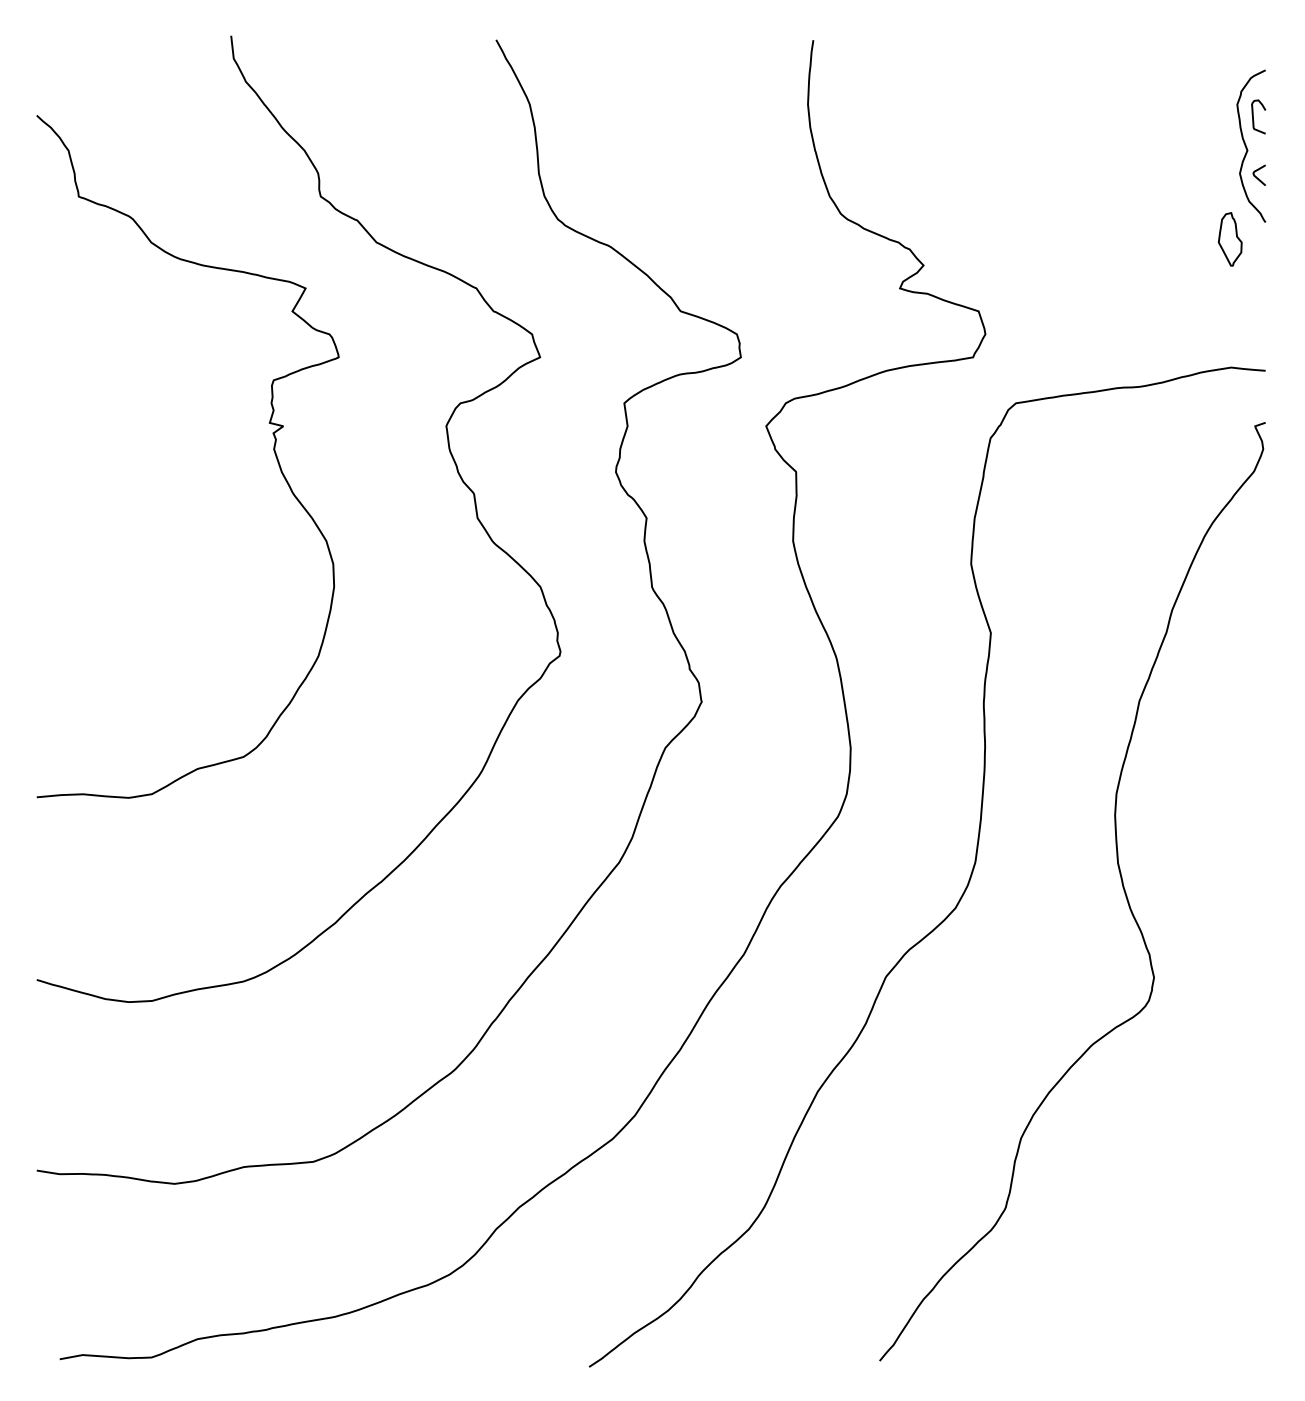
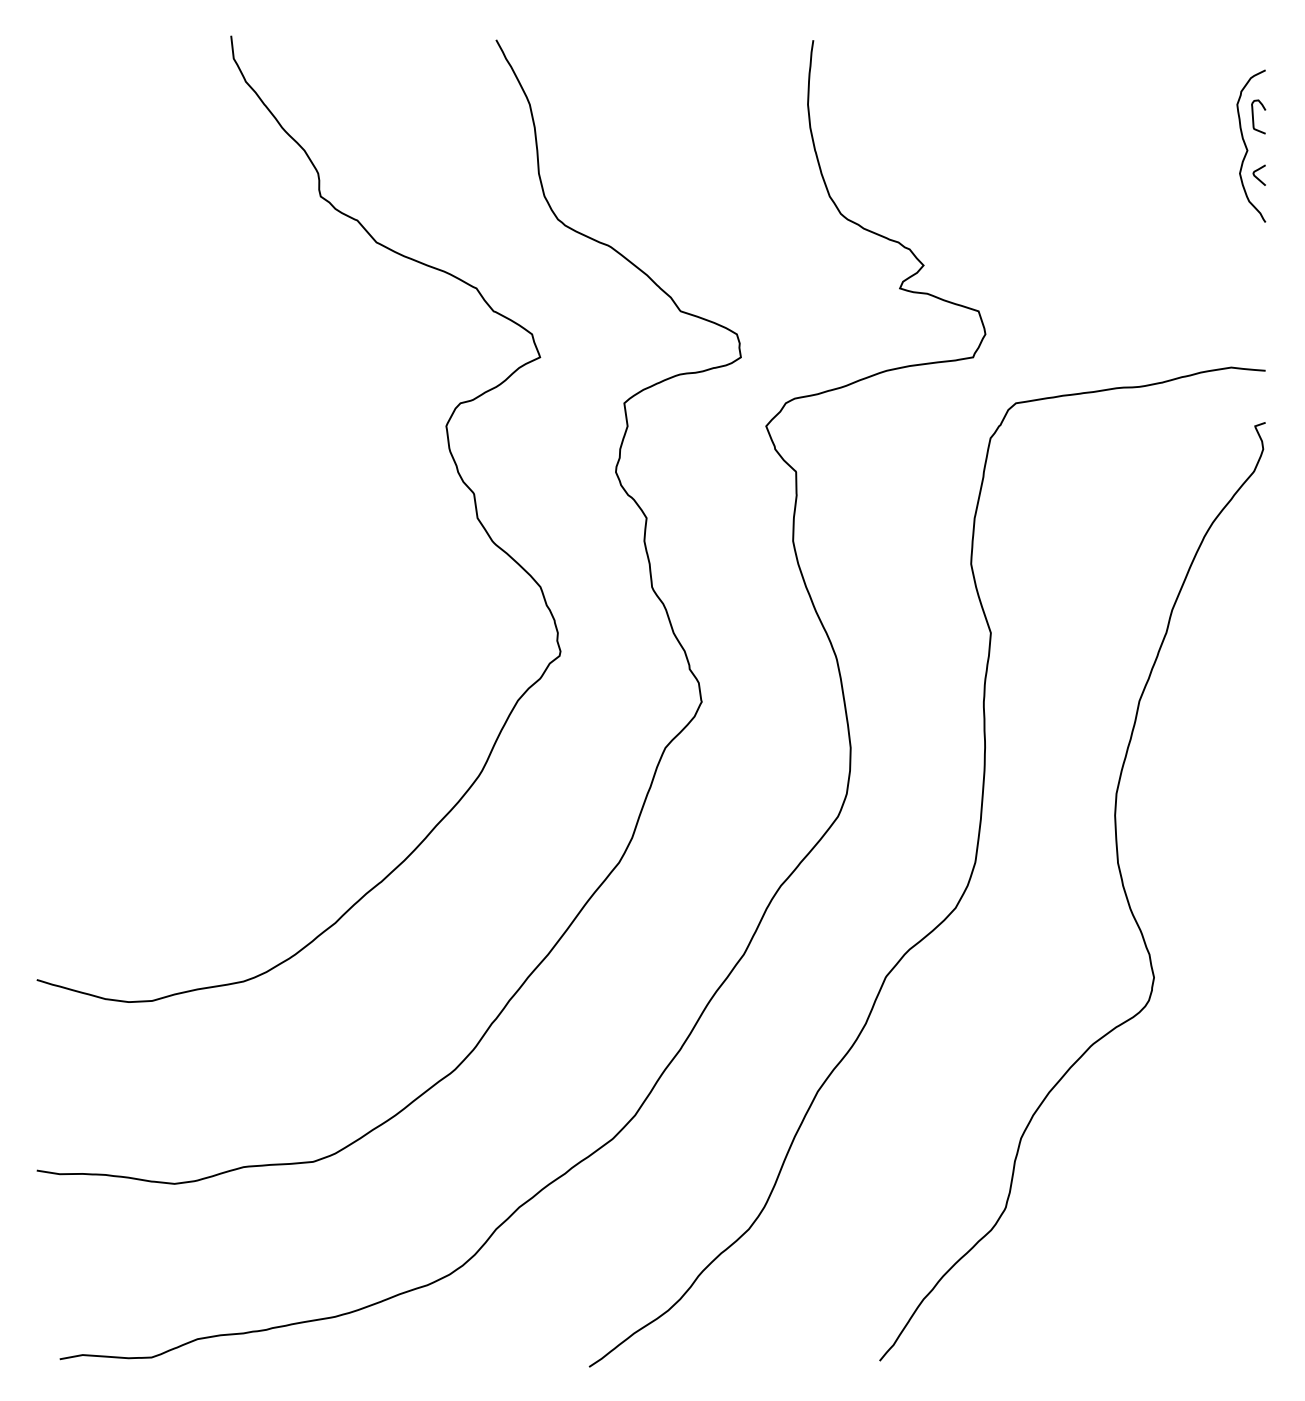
part at (1229, 239): present -> none
curve at (273, 451): present -> none
